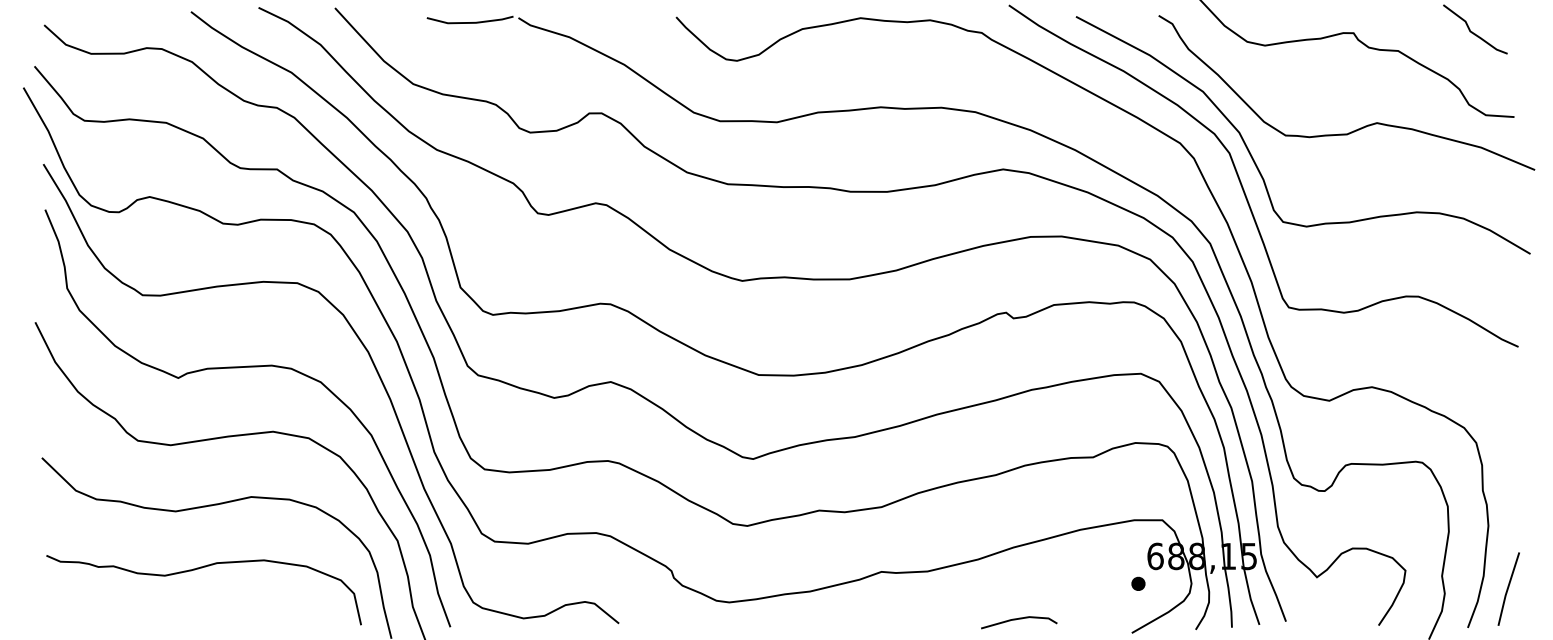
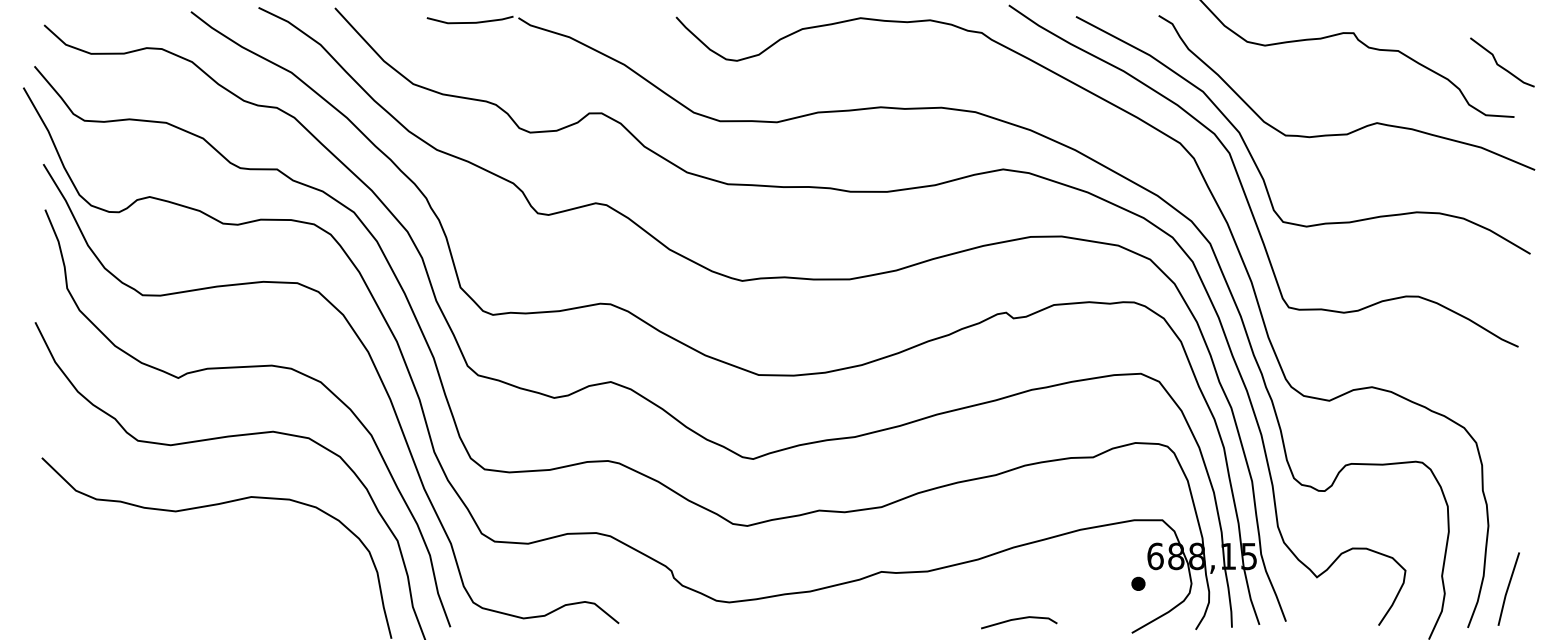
curve at (1472, 31) position: (1472, 31) -> (1499, 64)
part at (195, 570): present -> none
